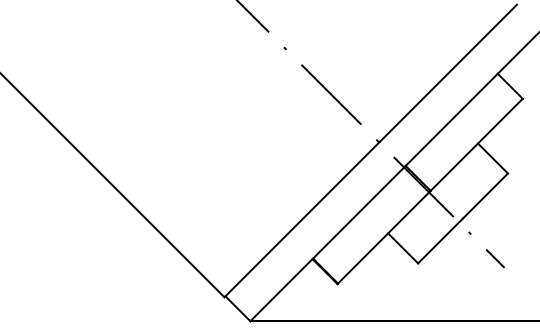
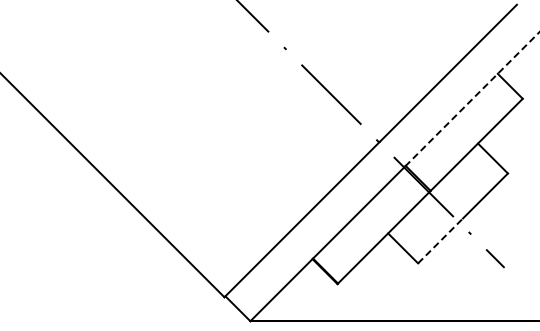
line at (472, 99): solid -> dashed
line at (440, 240): solid -> dashed
